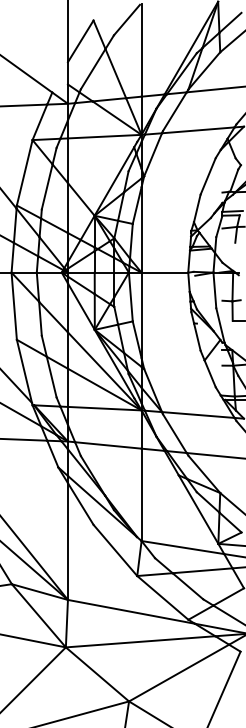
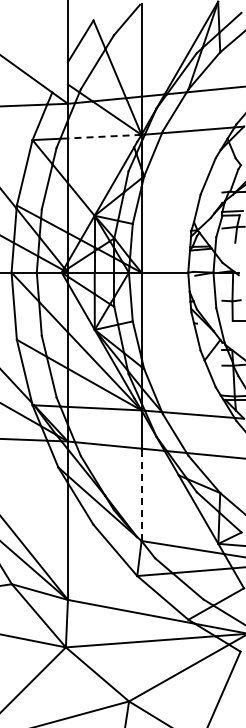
line at (104, 136): solid -> dashed
line at (141, 494): solid -> dashed
